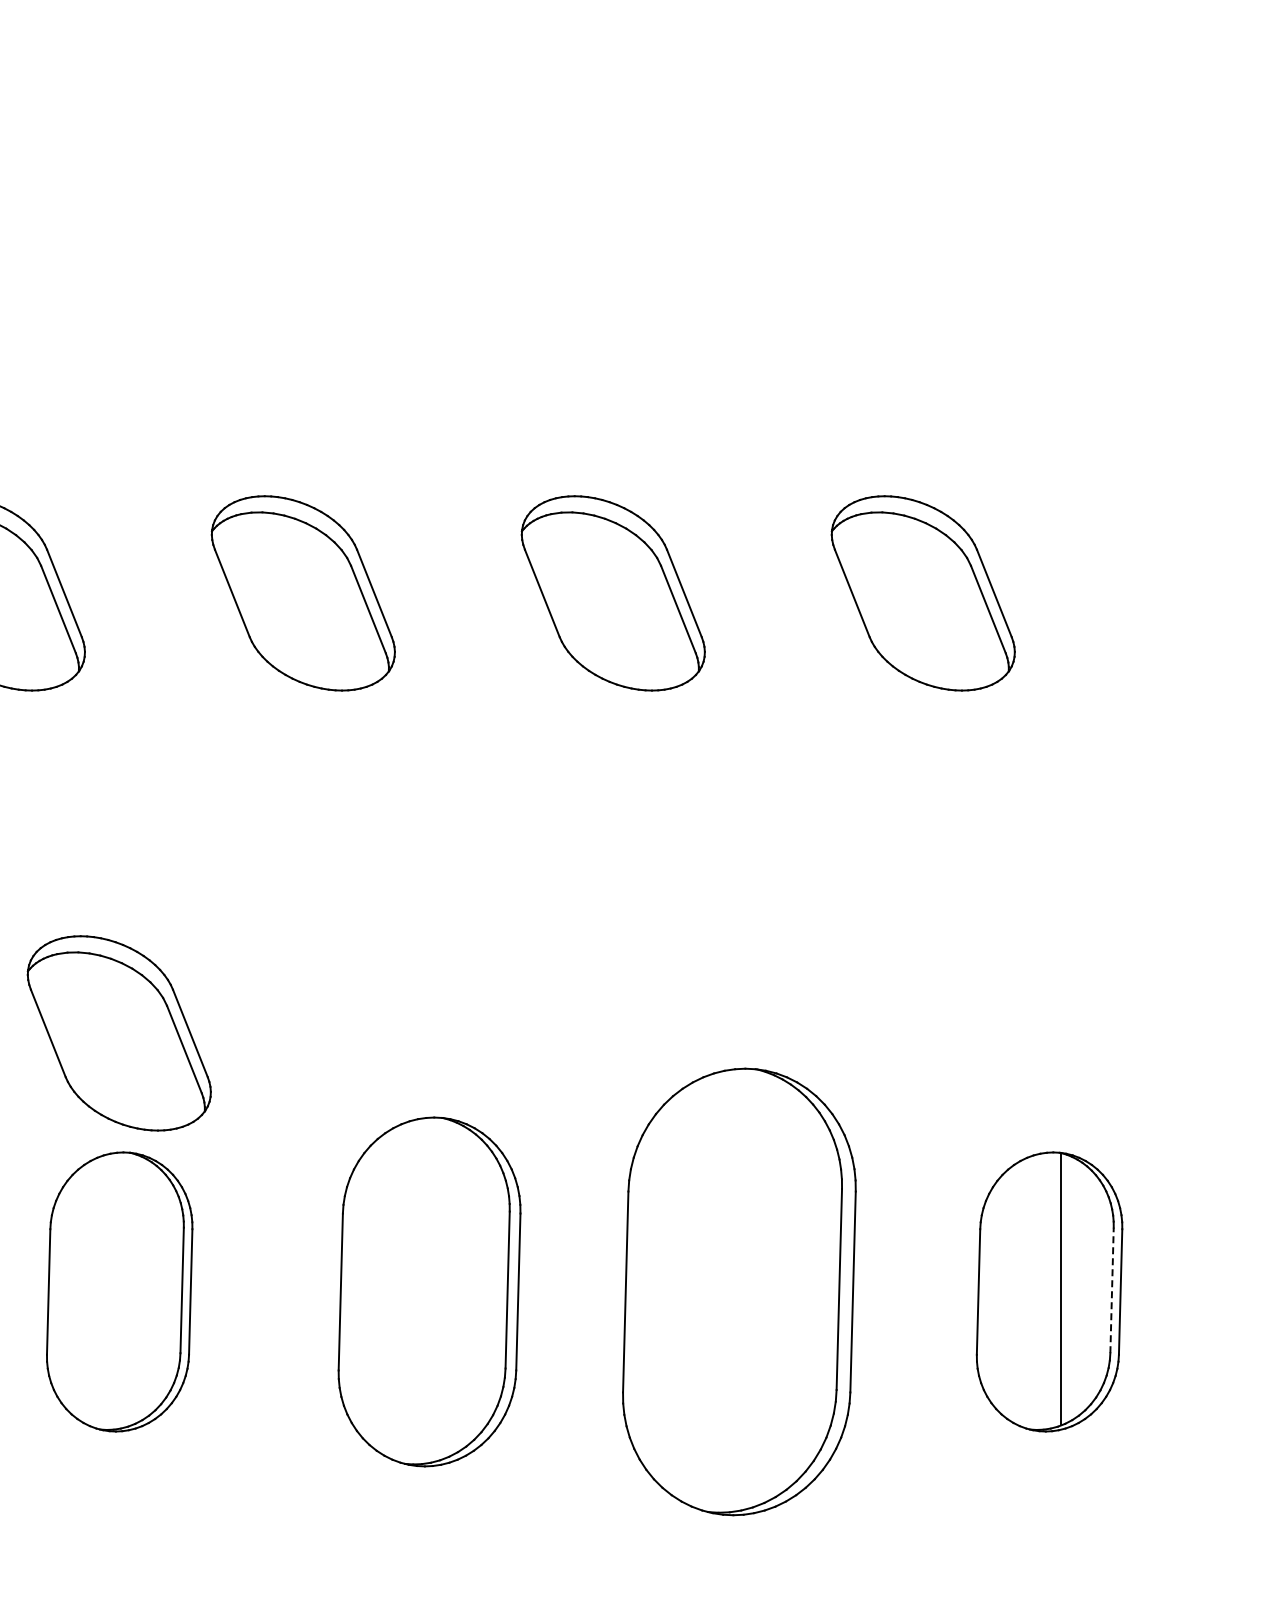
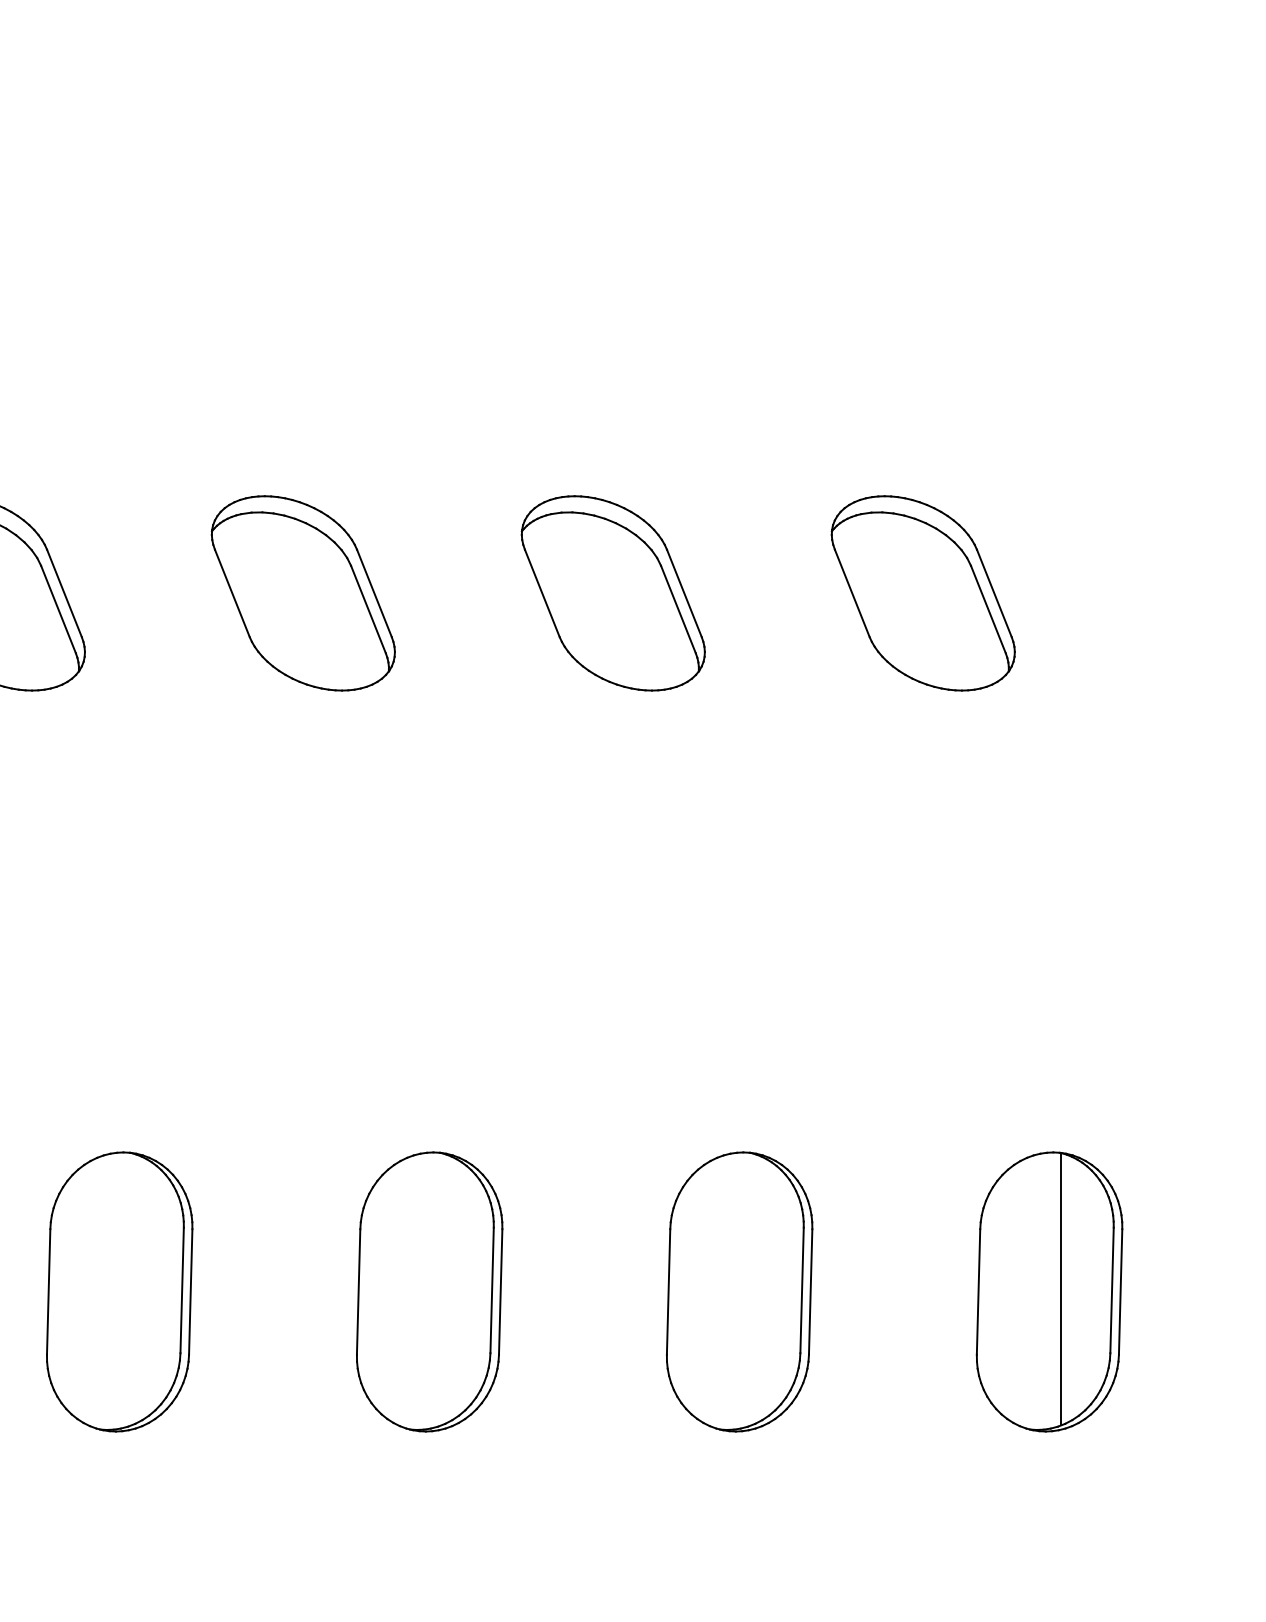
part at (118, 1033): present -> none
line at (1112, 1290): dashed -> solid
part at (429, 1291) size: 185x352 px -> 148x282 px
part at (739, 1291) size: 235x450 px -> 148x282 px
